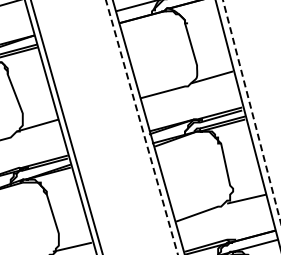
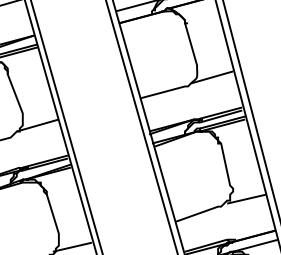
line at (251, 111): dashed -> solid
line at (142, 127): dashed -> solid
